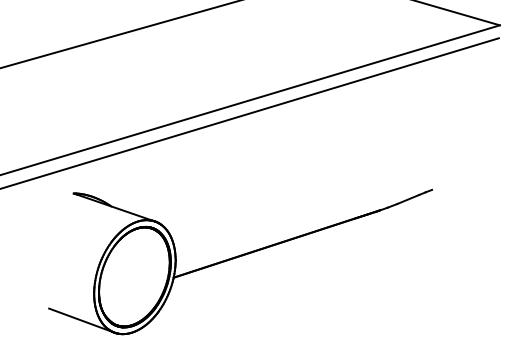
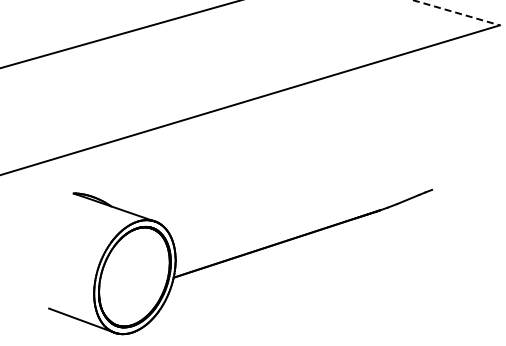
line at (456, 12): solid -> dashed
line at (250, 113): present -> none
